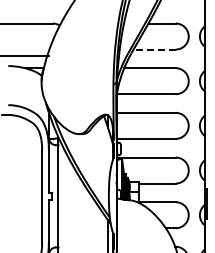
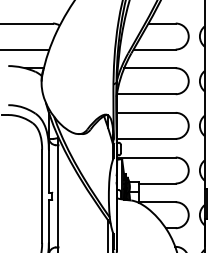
line at (154, 49): dashed -> solid
line at (25, 55) position: (25, 55) -> (25, 49)
